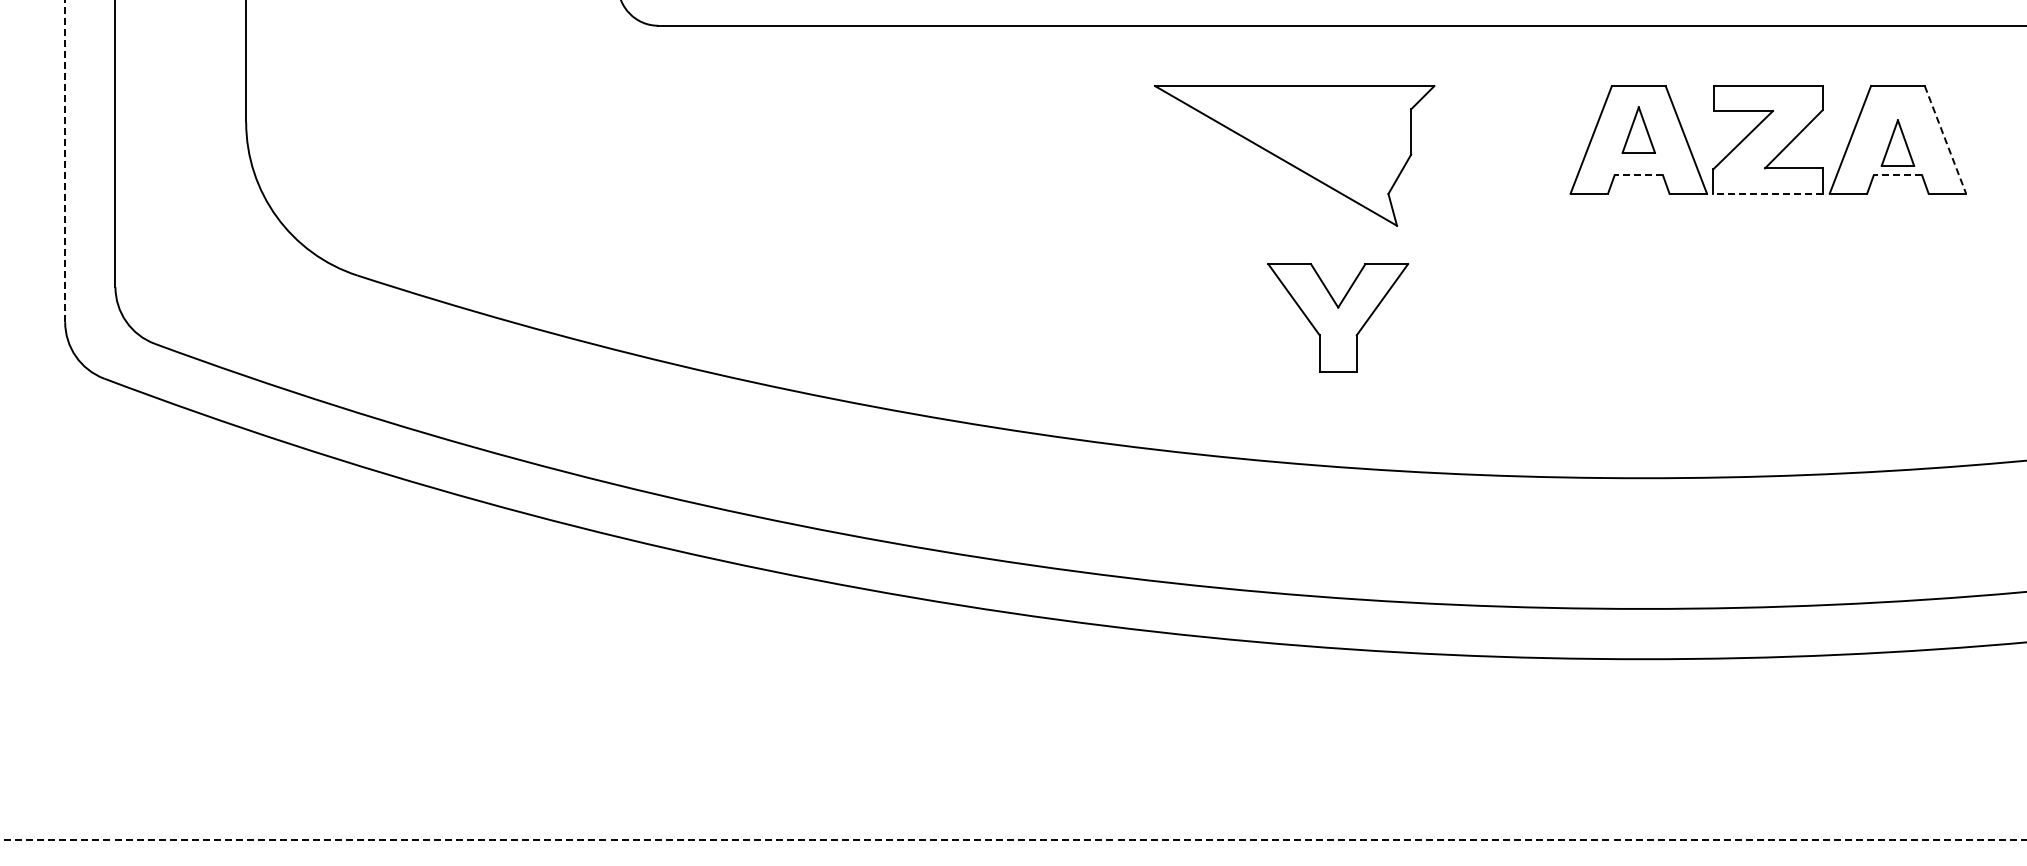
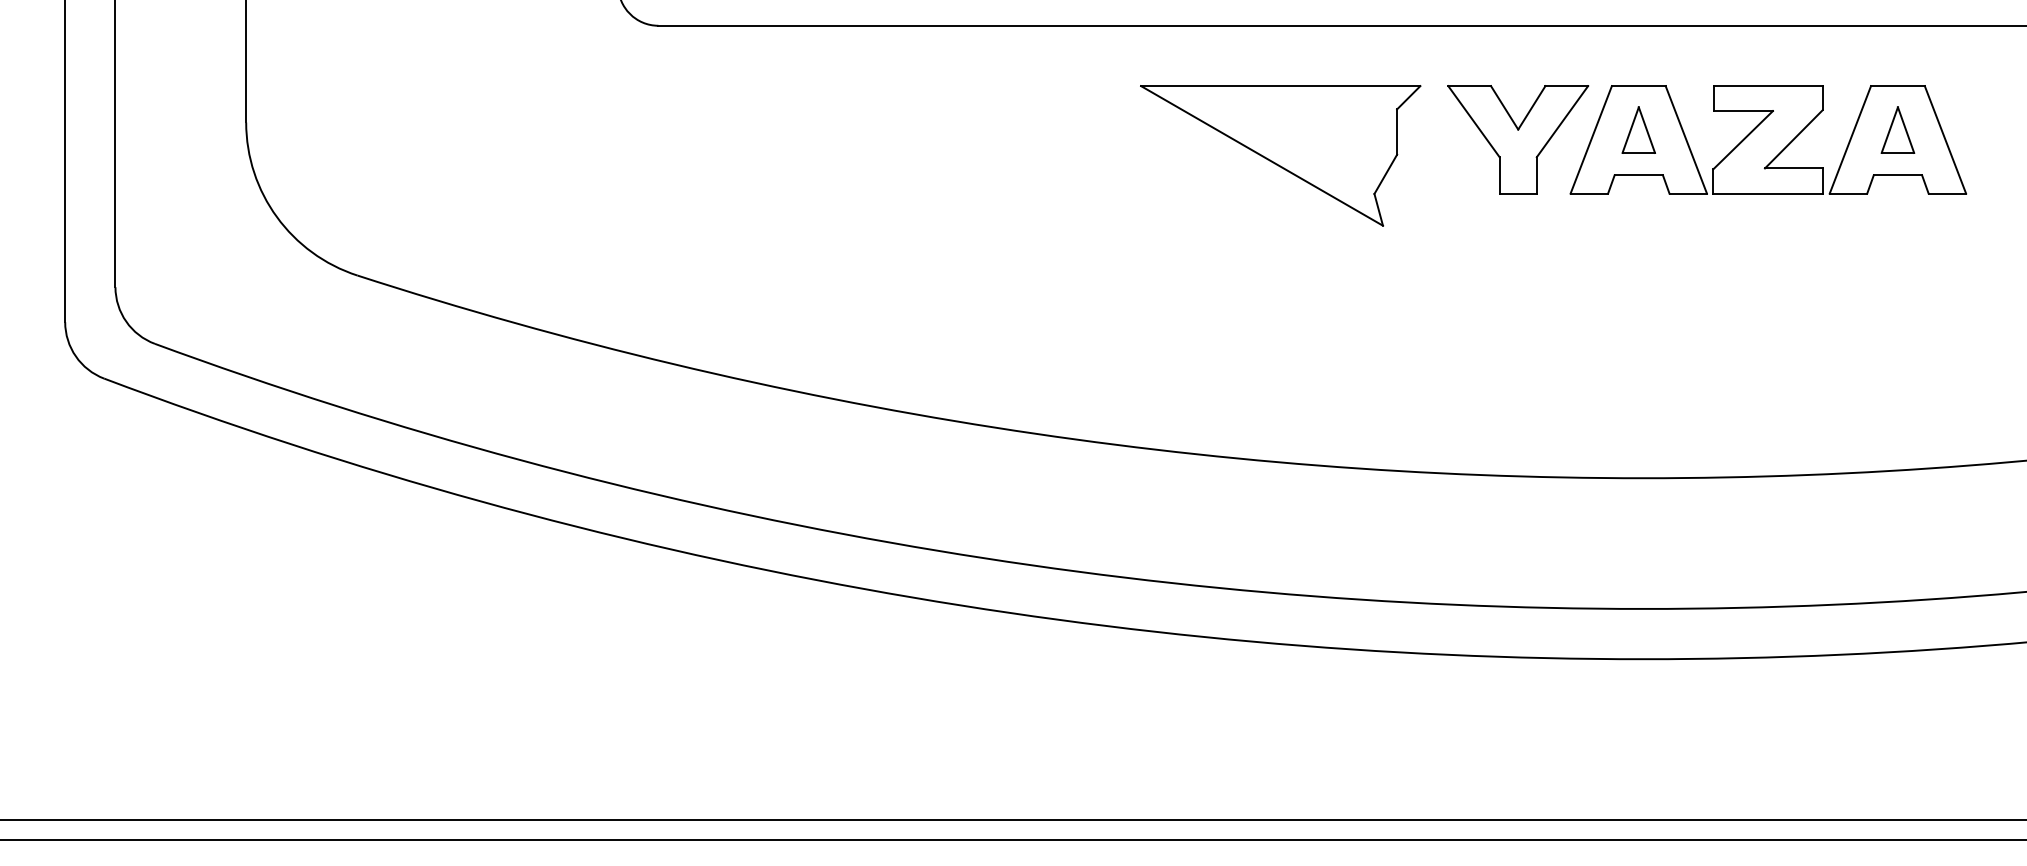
line at (1945, 139): dashed -> solid
part at (1897, 142) position: (1897, 142) -> (1897, 129)
part at (1294, 155) position: (1294, 155) -> (1280, 155)
line at (65, 161): dashed -> solid
line at (1638, 175): dashed -> solid
line at (1897, 175): dashed -> solid
line at (1768, 193): dashed -> solid
part at (1338, 317) position: (1338, 317) -> (1518, 139)
line at (1012, 820): none -> present
line at (1013, 840): dashed -> solid
